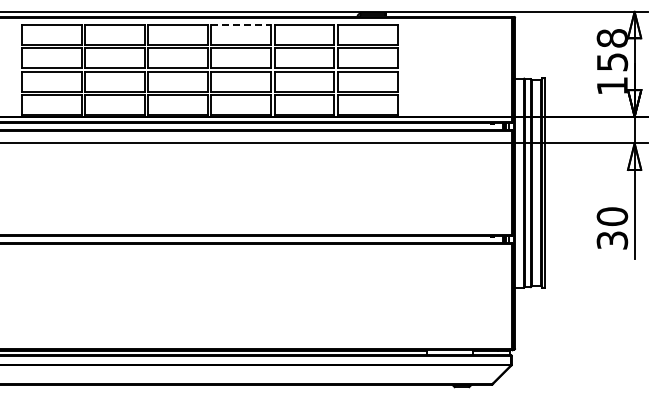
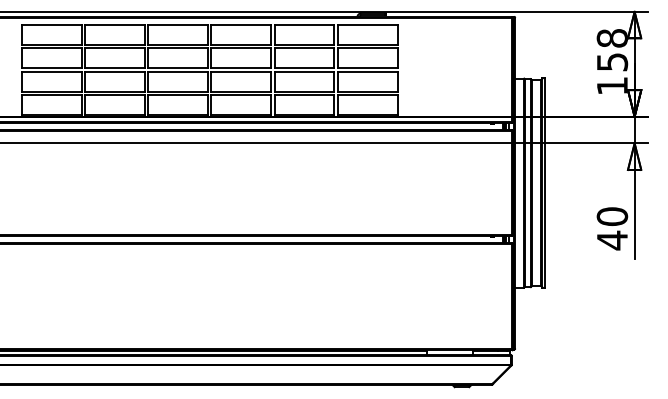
line at (241, 25): dashed -> solid
text at (612, 240): 30 -> 40
